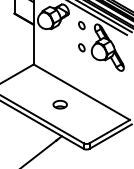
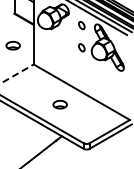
part at (12, 45): none -> present
line at (17, 73): solid -> dashed
